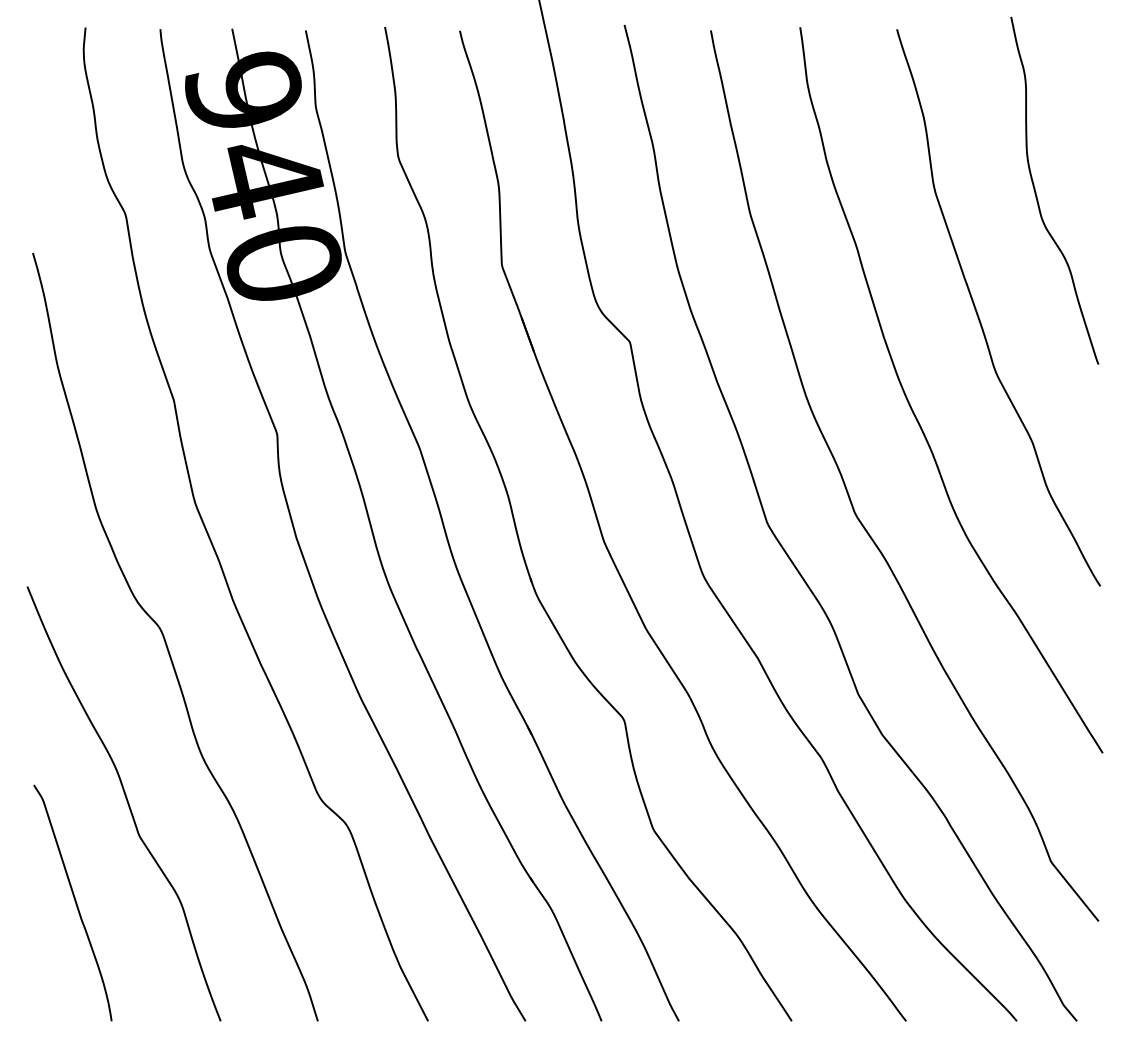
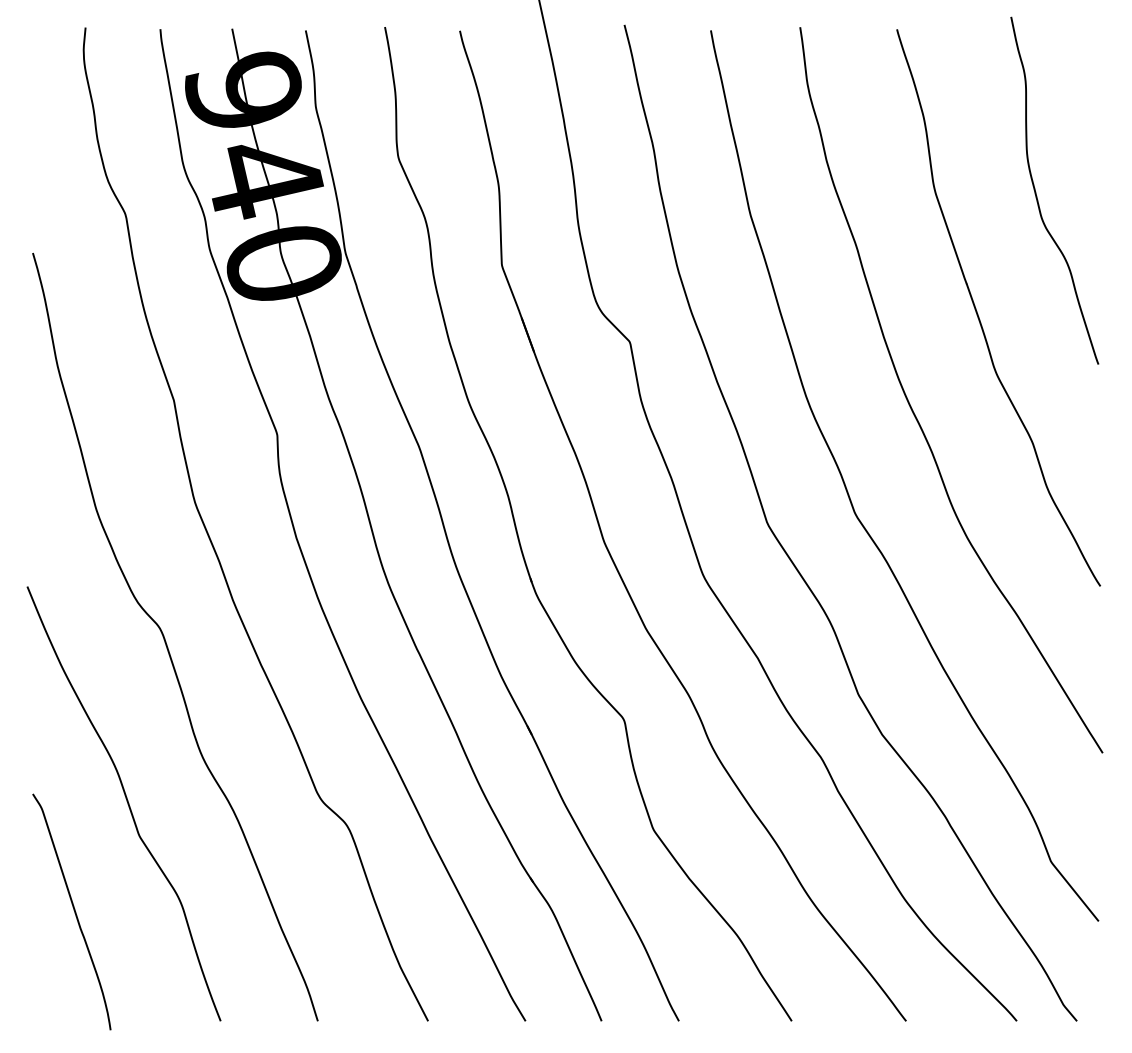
curve at (74, 901) position: (74, 901) -> (73, 910)
